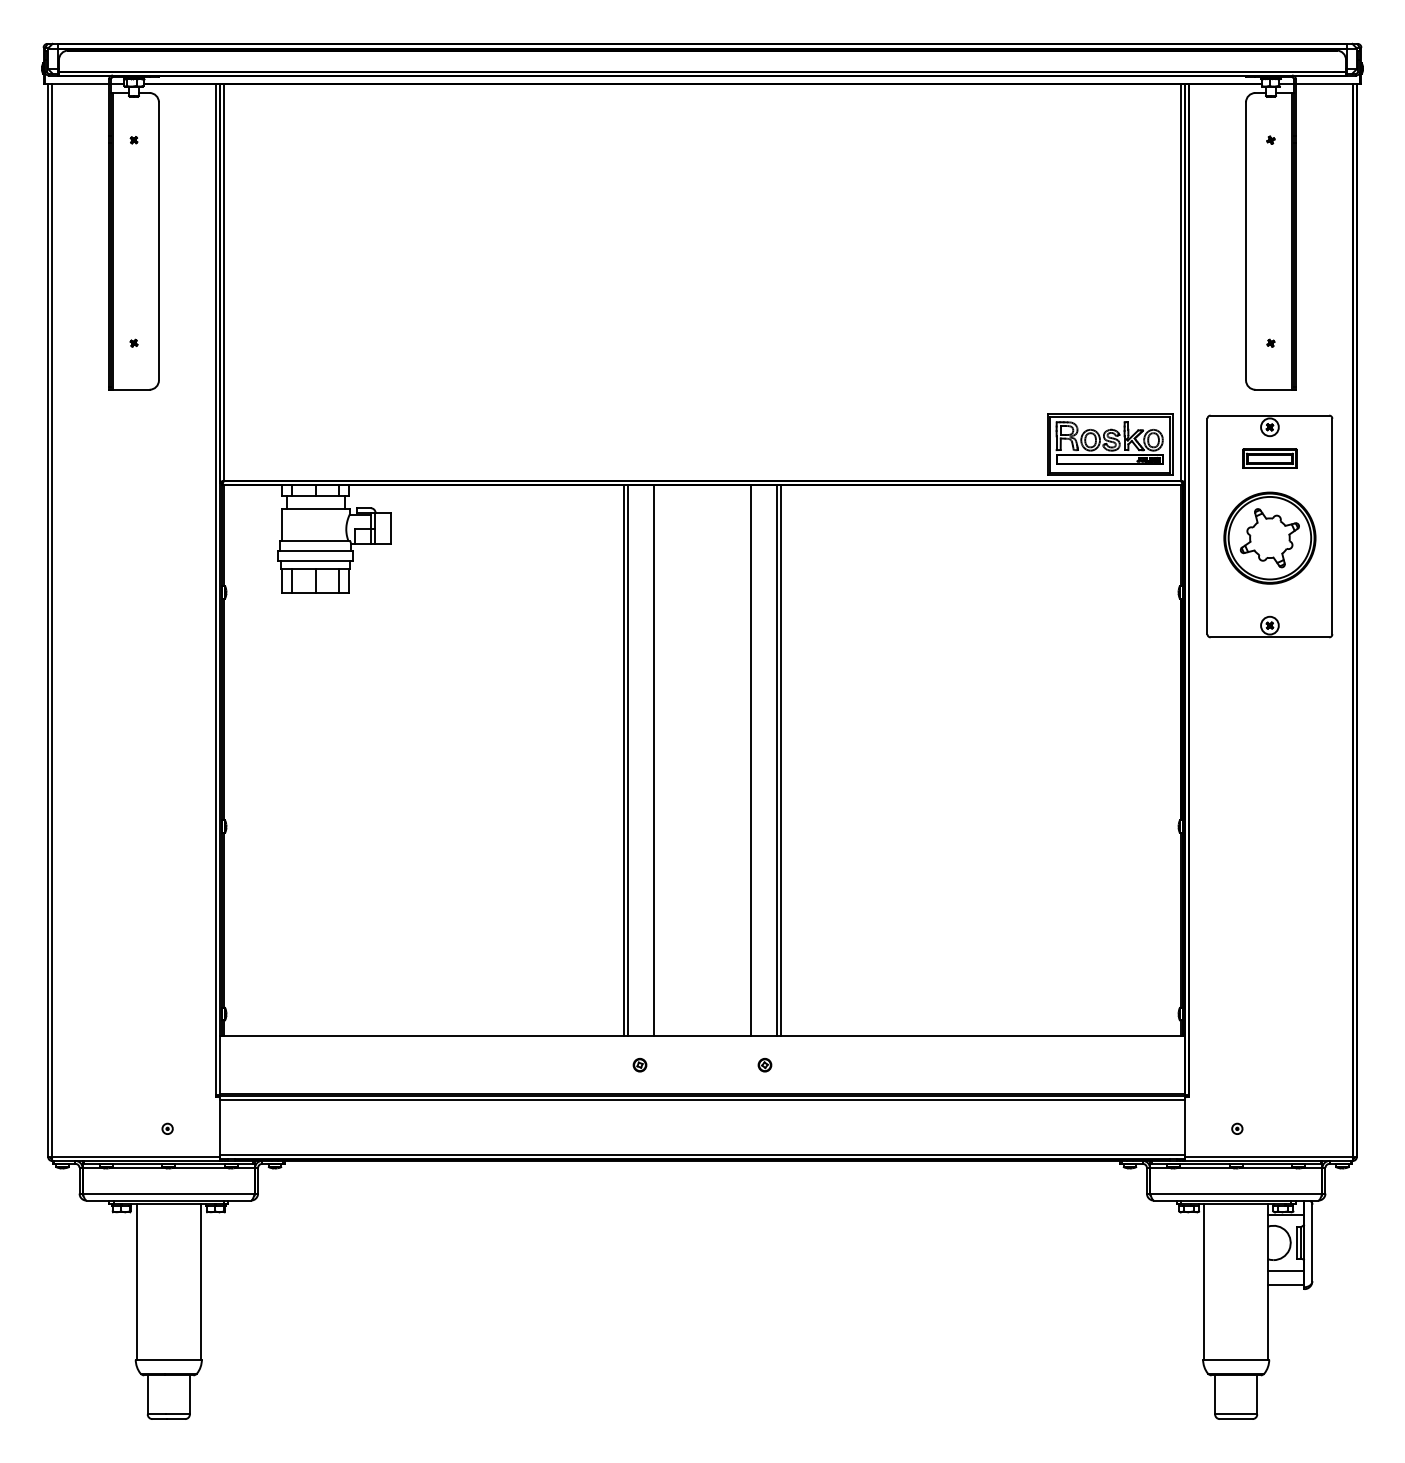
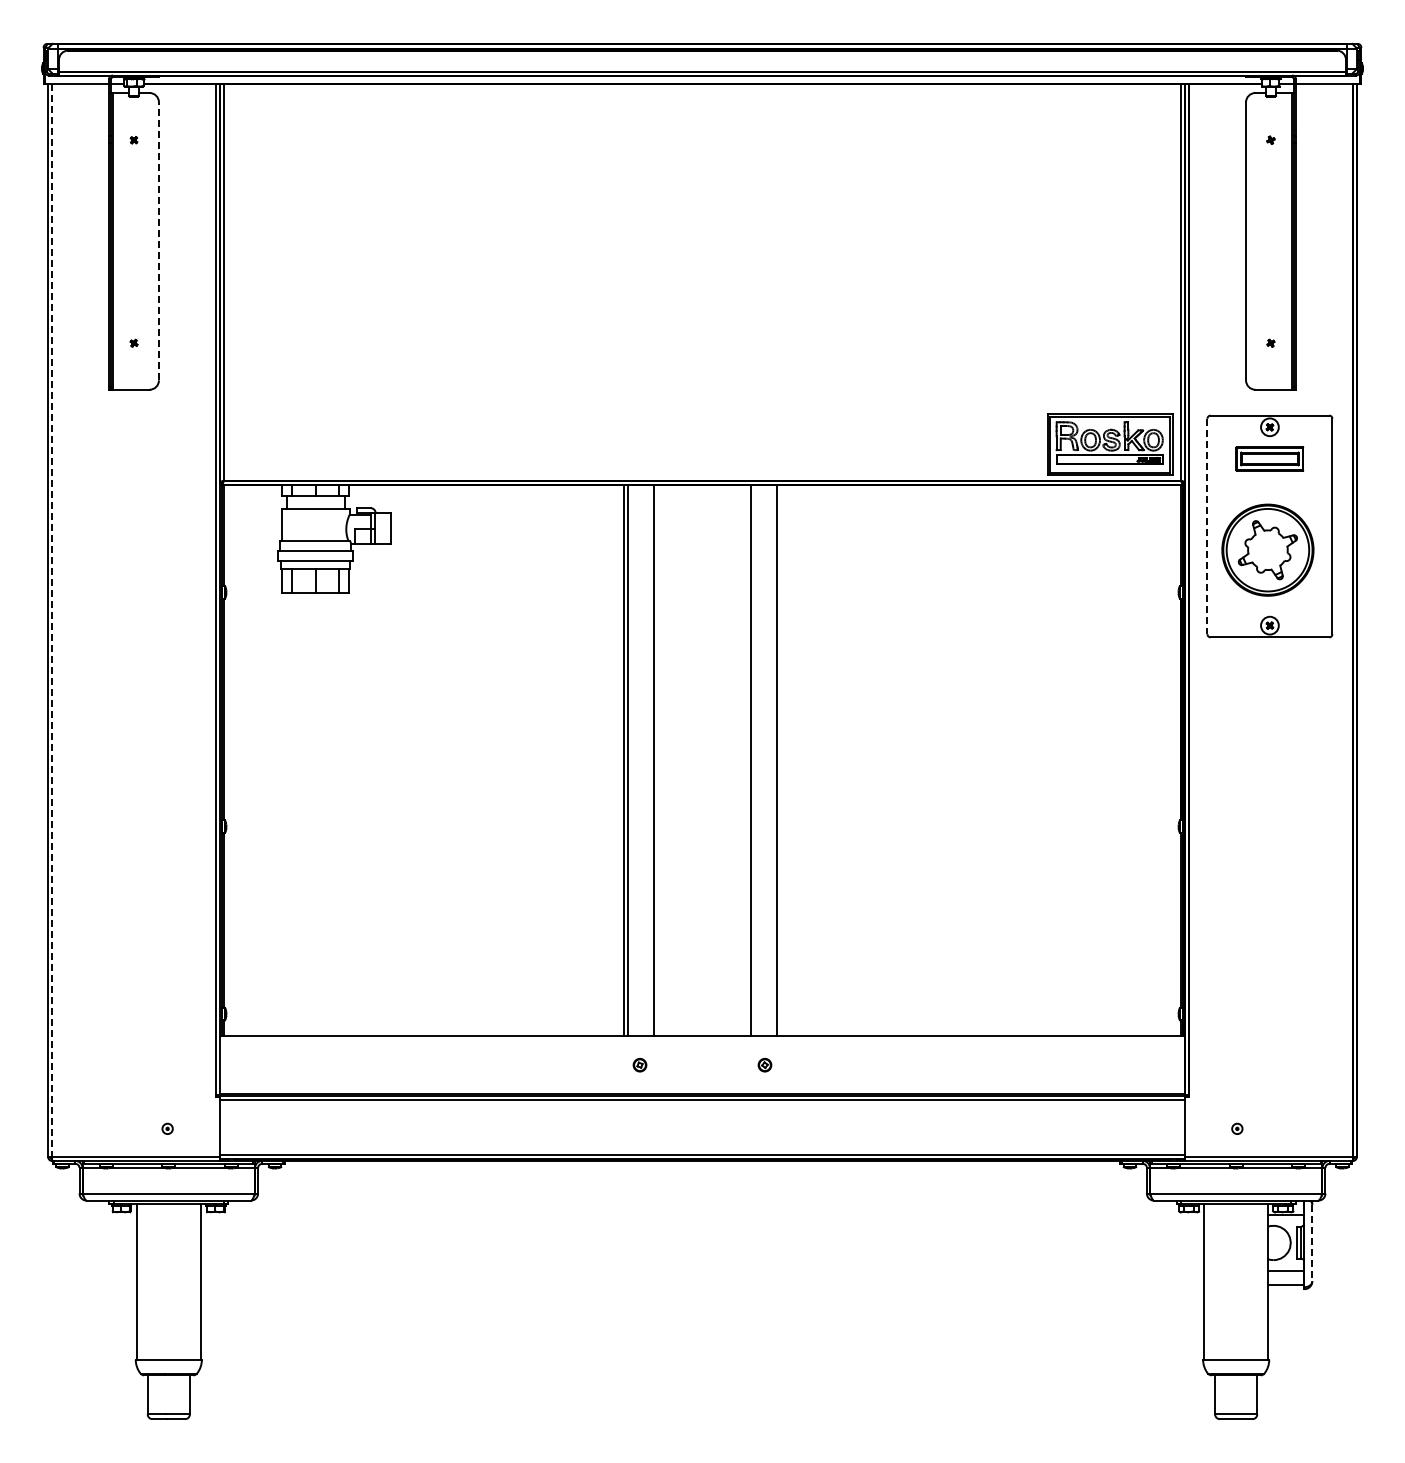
line at (158, 240): solid -> dashed
part at (1269, 458) size: 56x21 px -> 70x26 px
line at (1207, 526): solid -> dashed
part at (1269, 537) position: (1269, 537) -> (1267, 549)
line at (52, 620): solid -> dashed
line at (780, 759): present -> none
line at (1312, 1243): solid -> dashed
